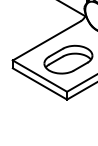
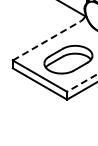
line at (47, 40): solid -> dashed
line at (82, 82): solid -> dashed
